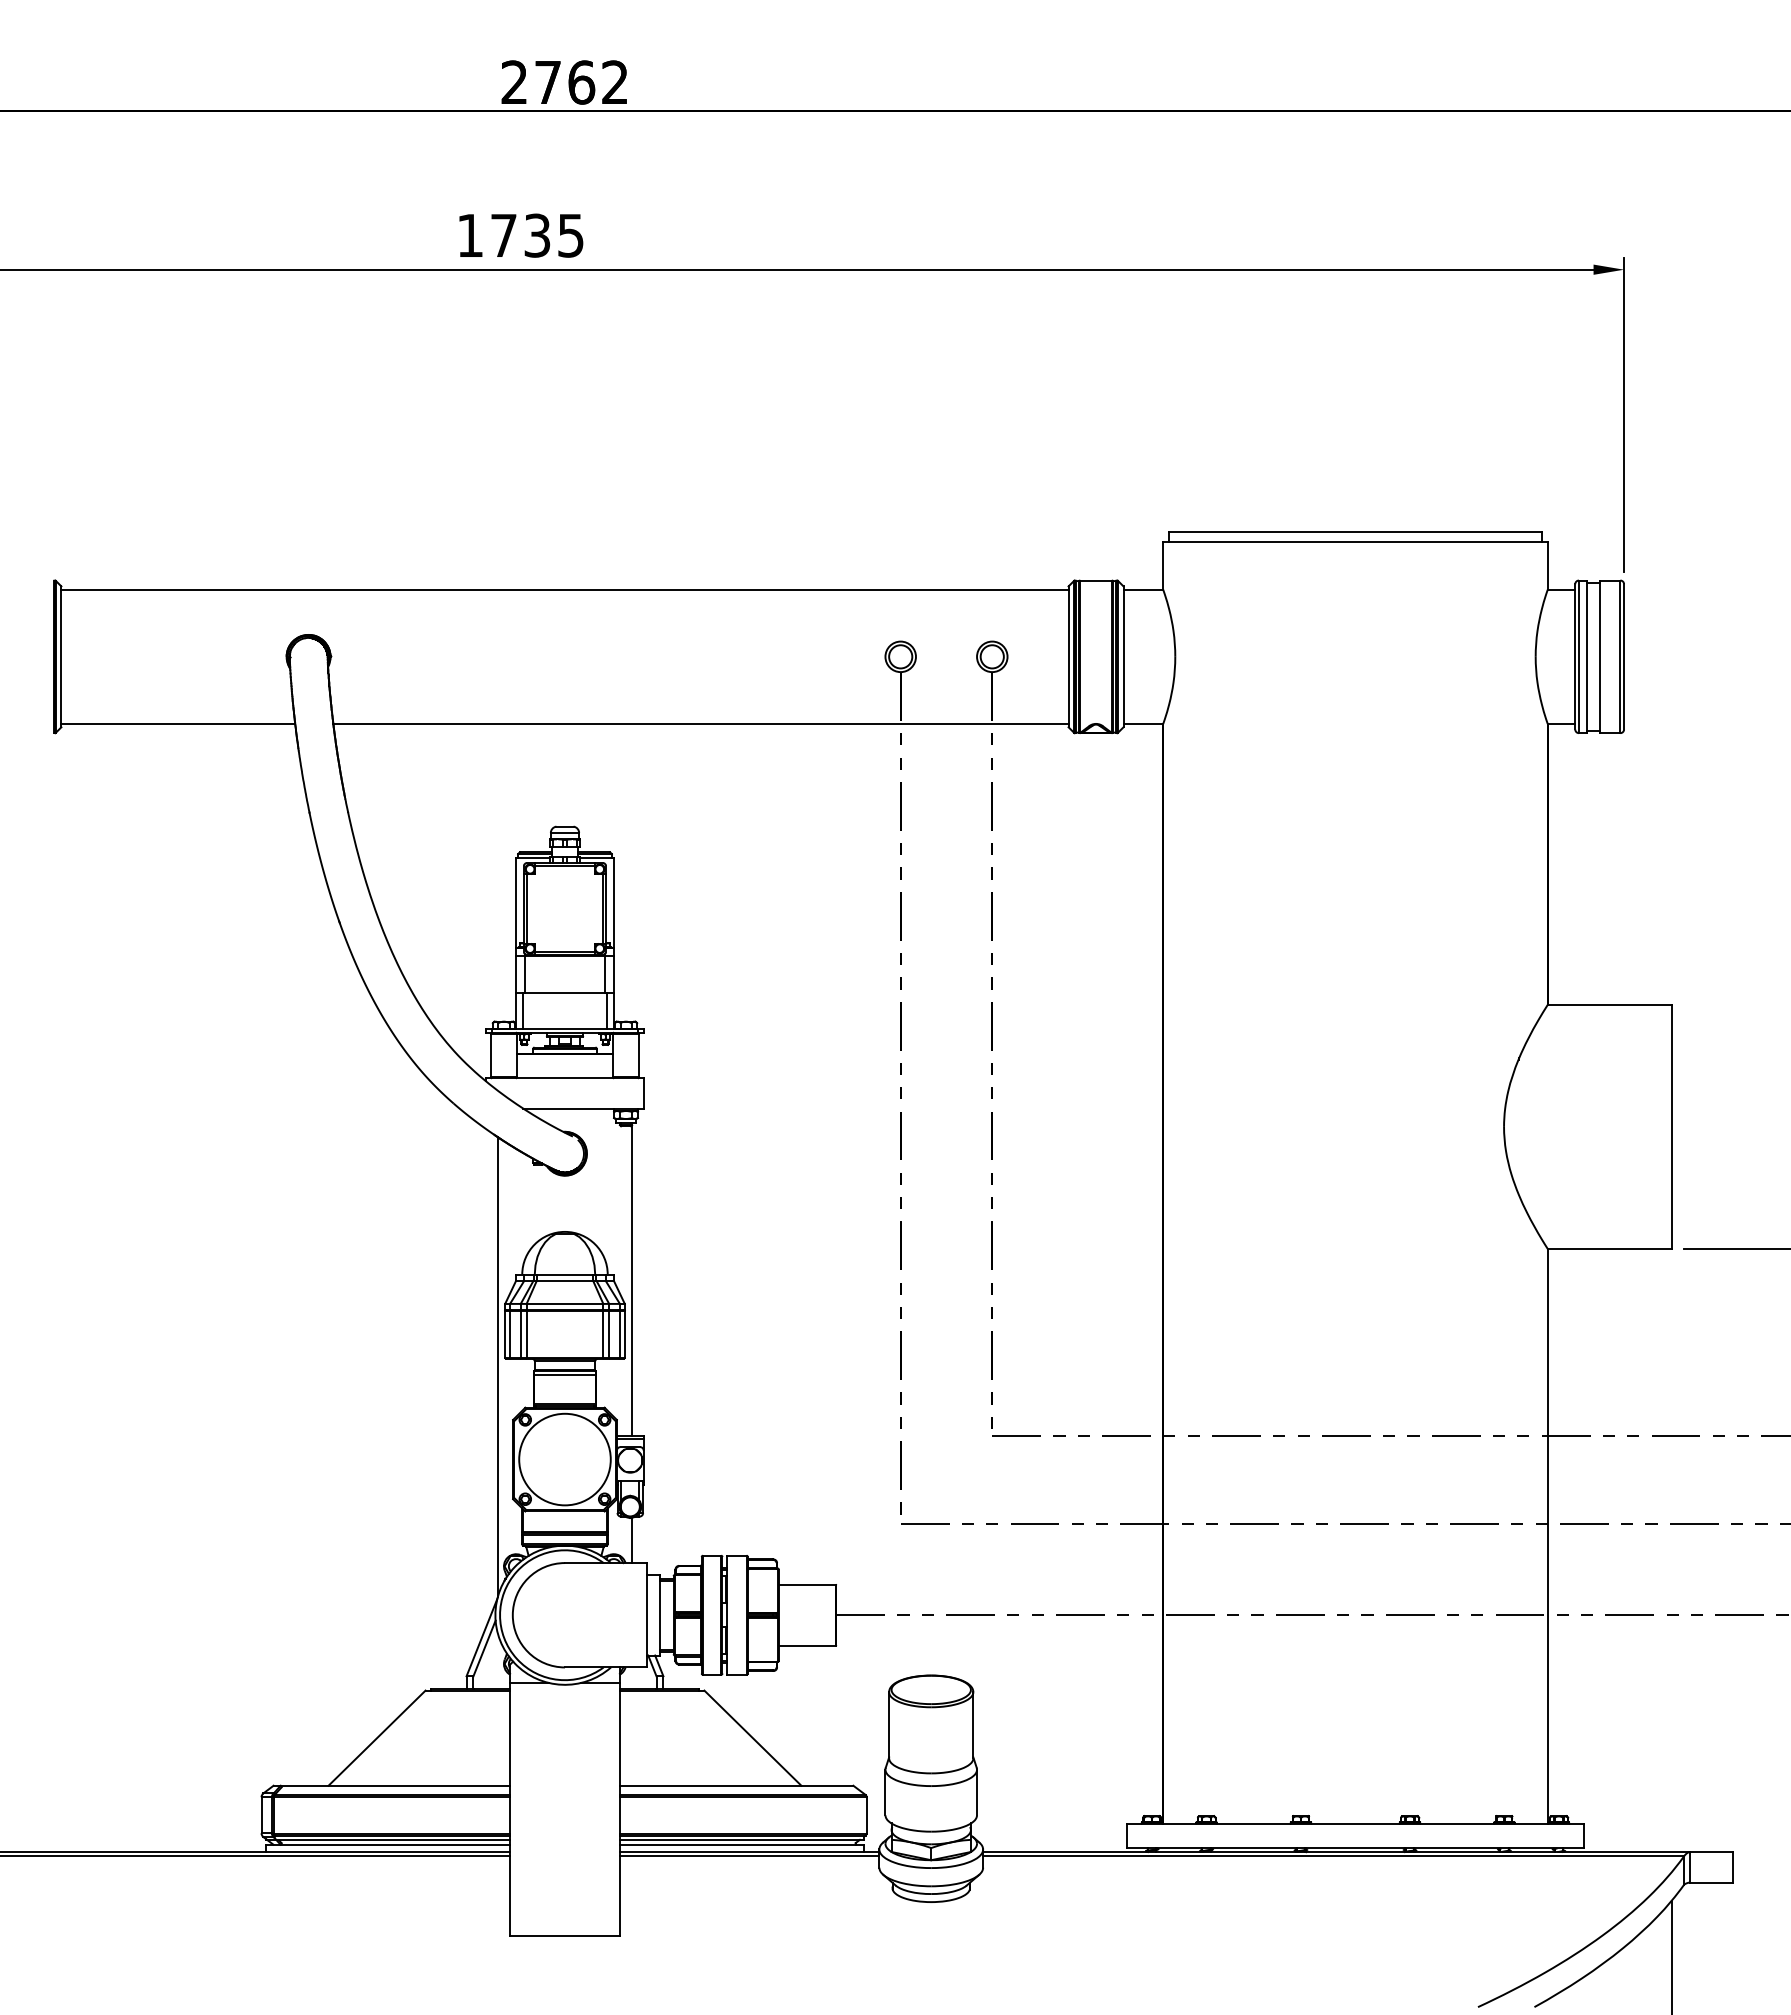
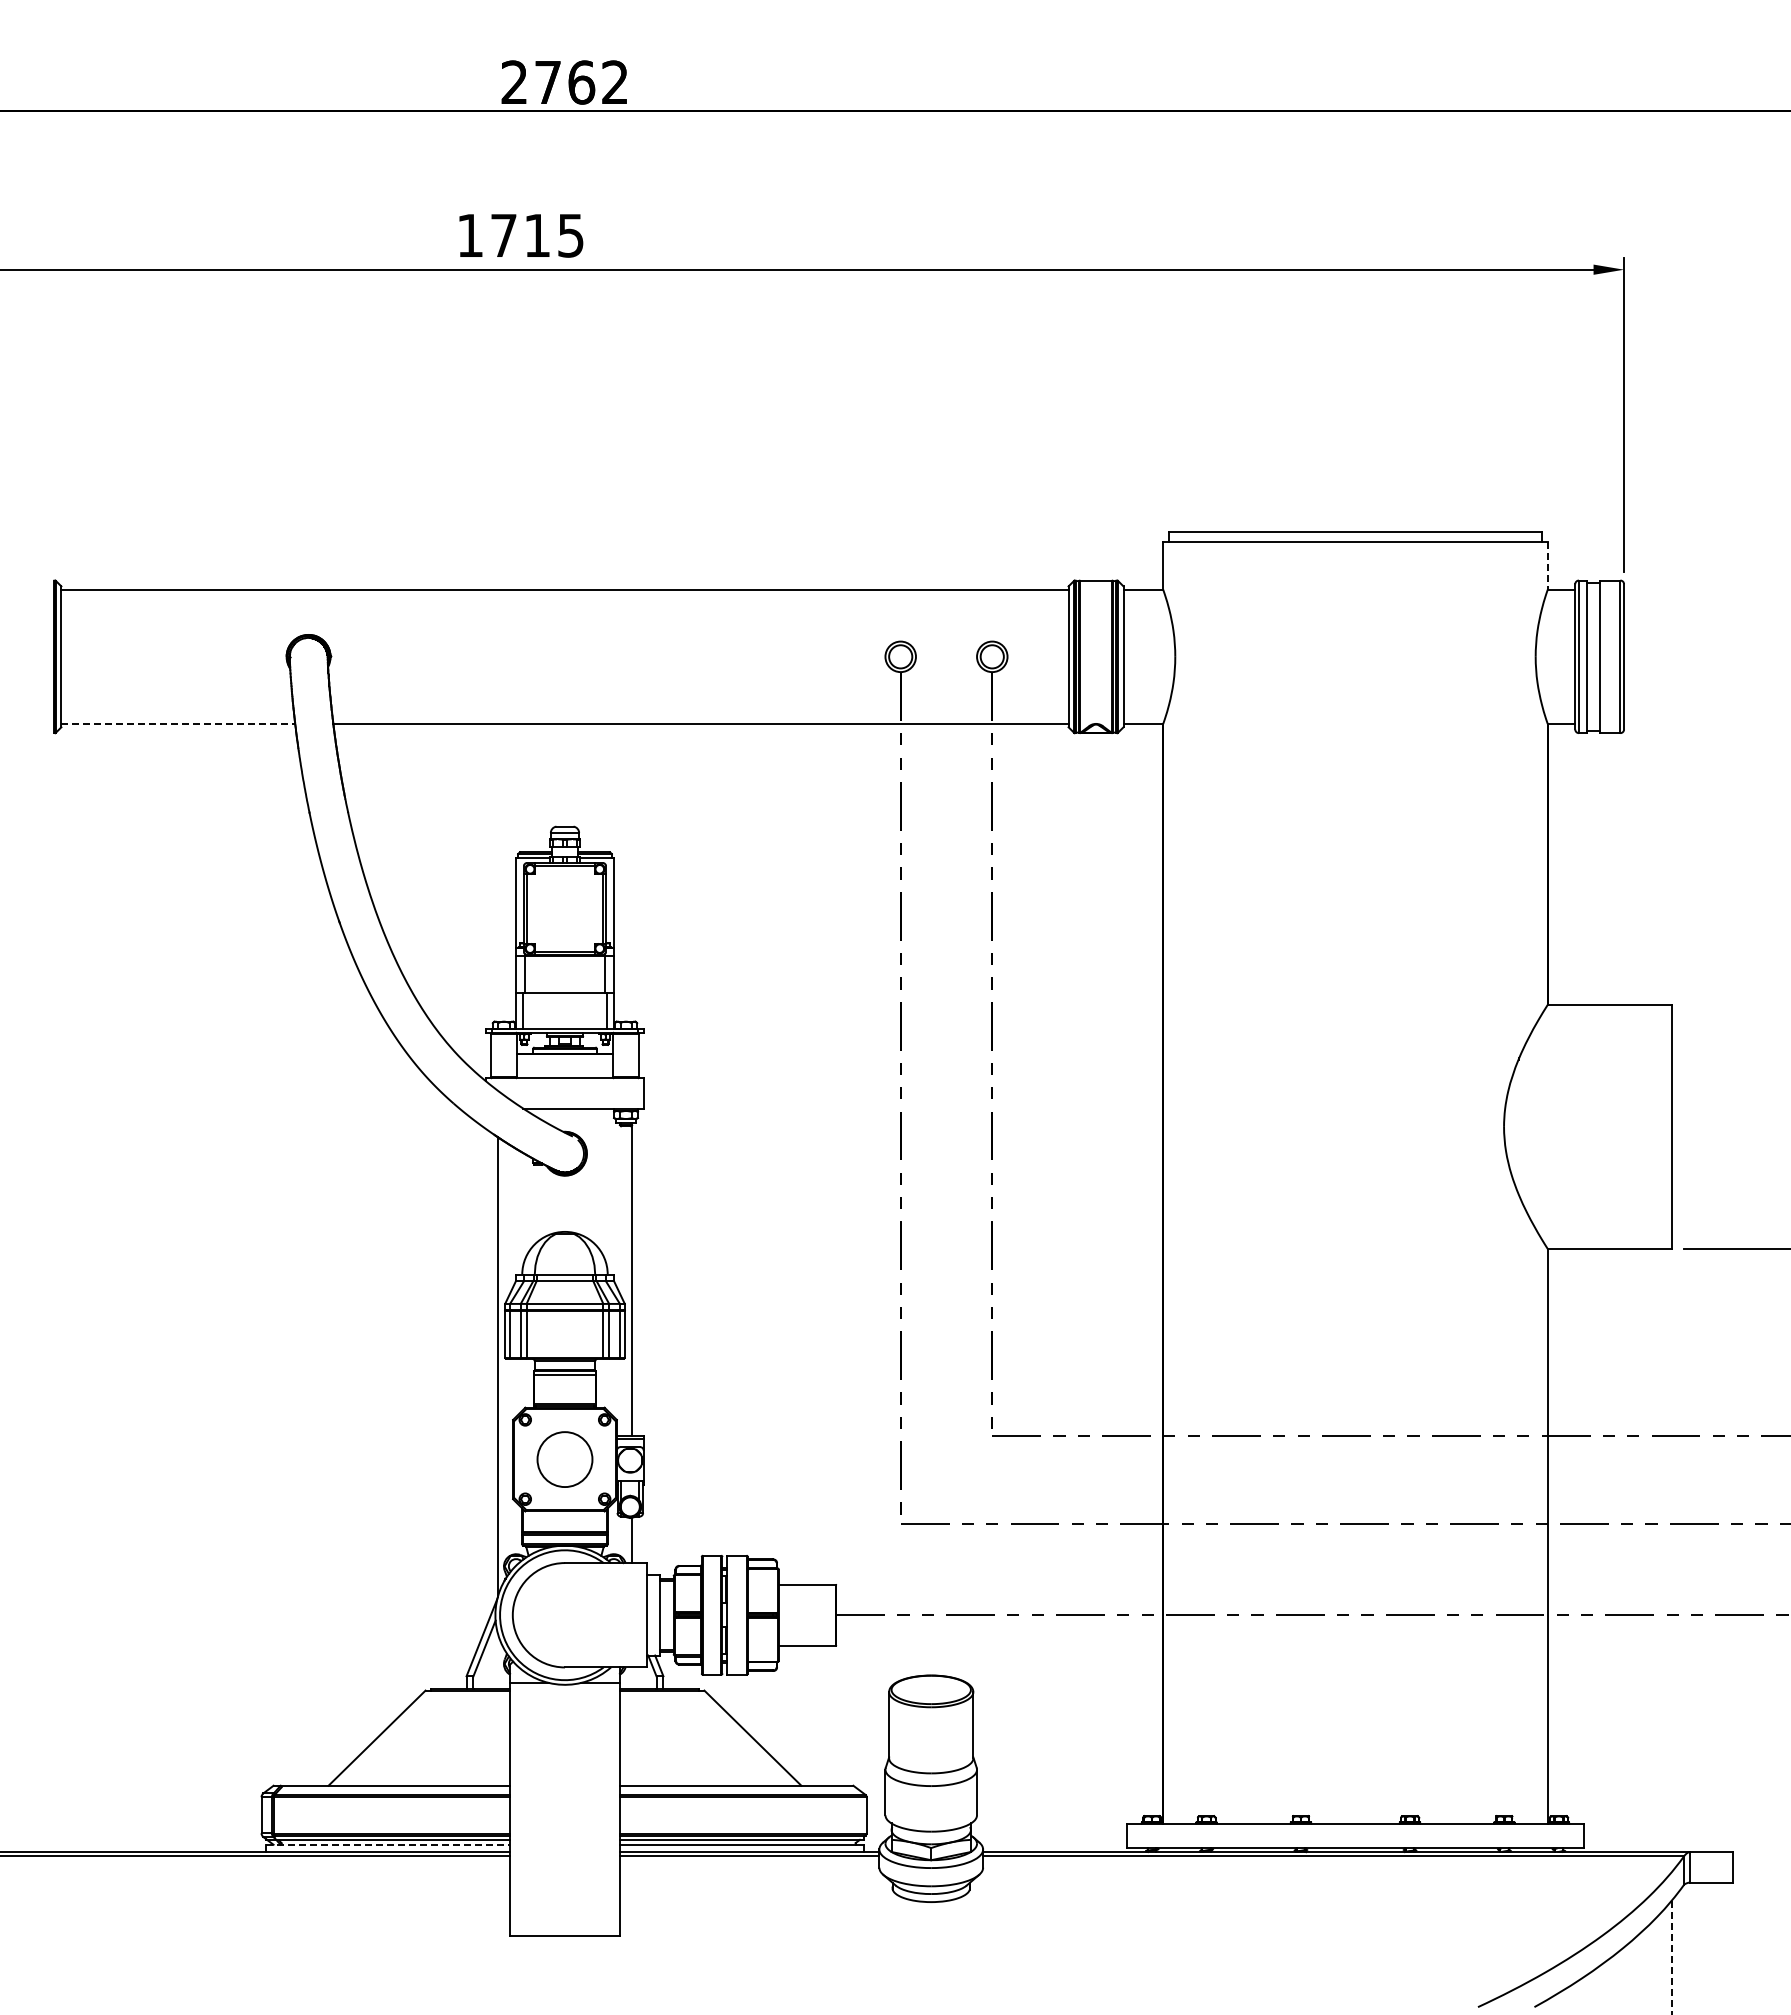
text at (537, 235): 1735 -> 1715
line at (1547, 565): solid -> dashed
line at (178, 724): solid -> dashed
circle at (564, 1459) diameter: 92 px -> 55 px
line at (388, 1844): solid -> dashed
line at (1671, 1957): solid -> dashed
